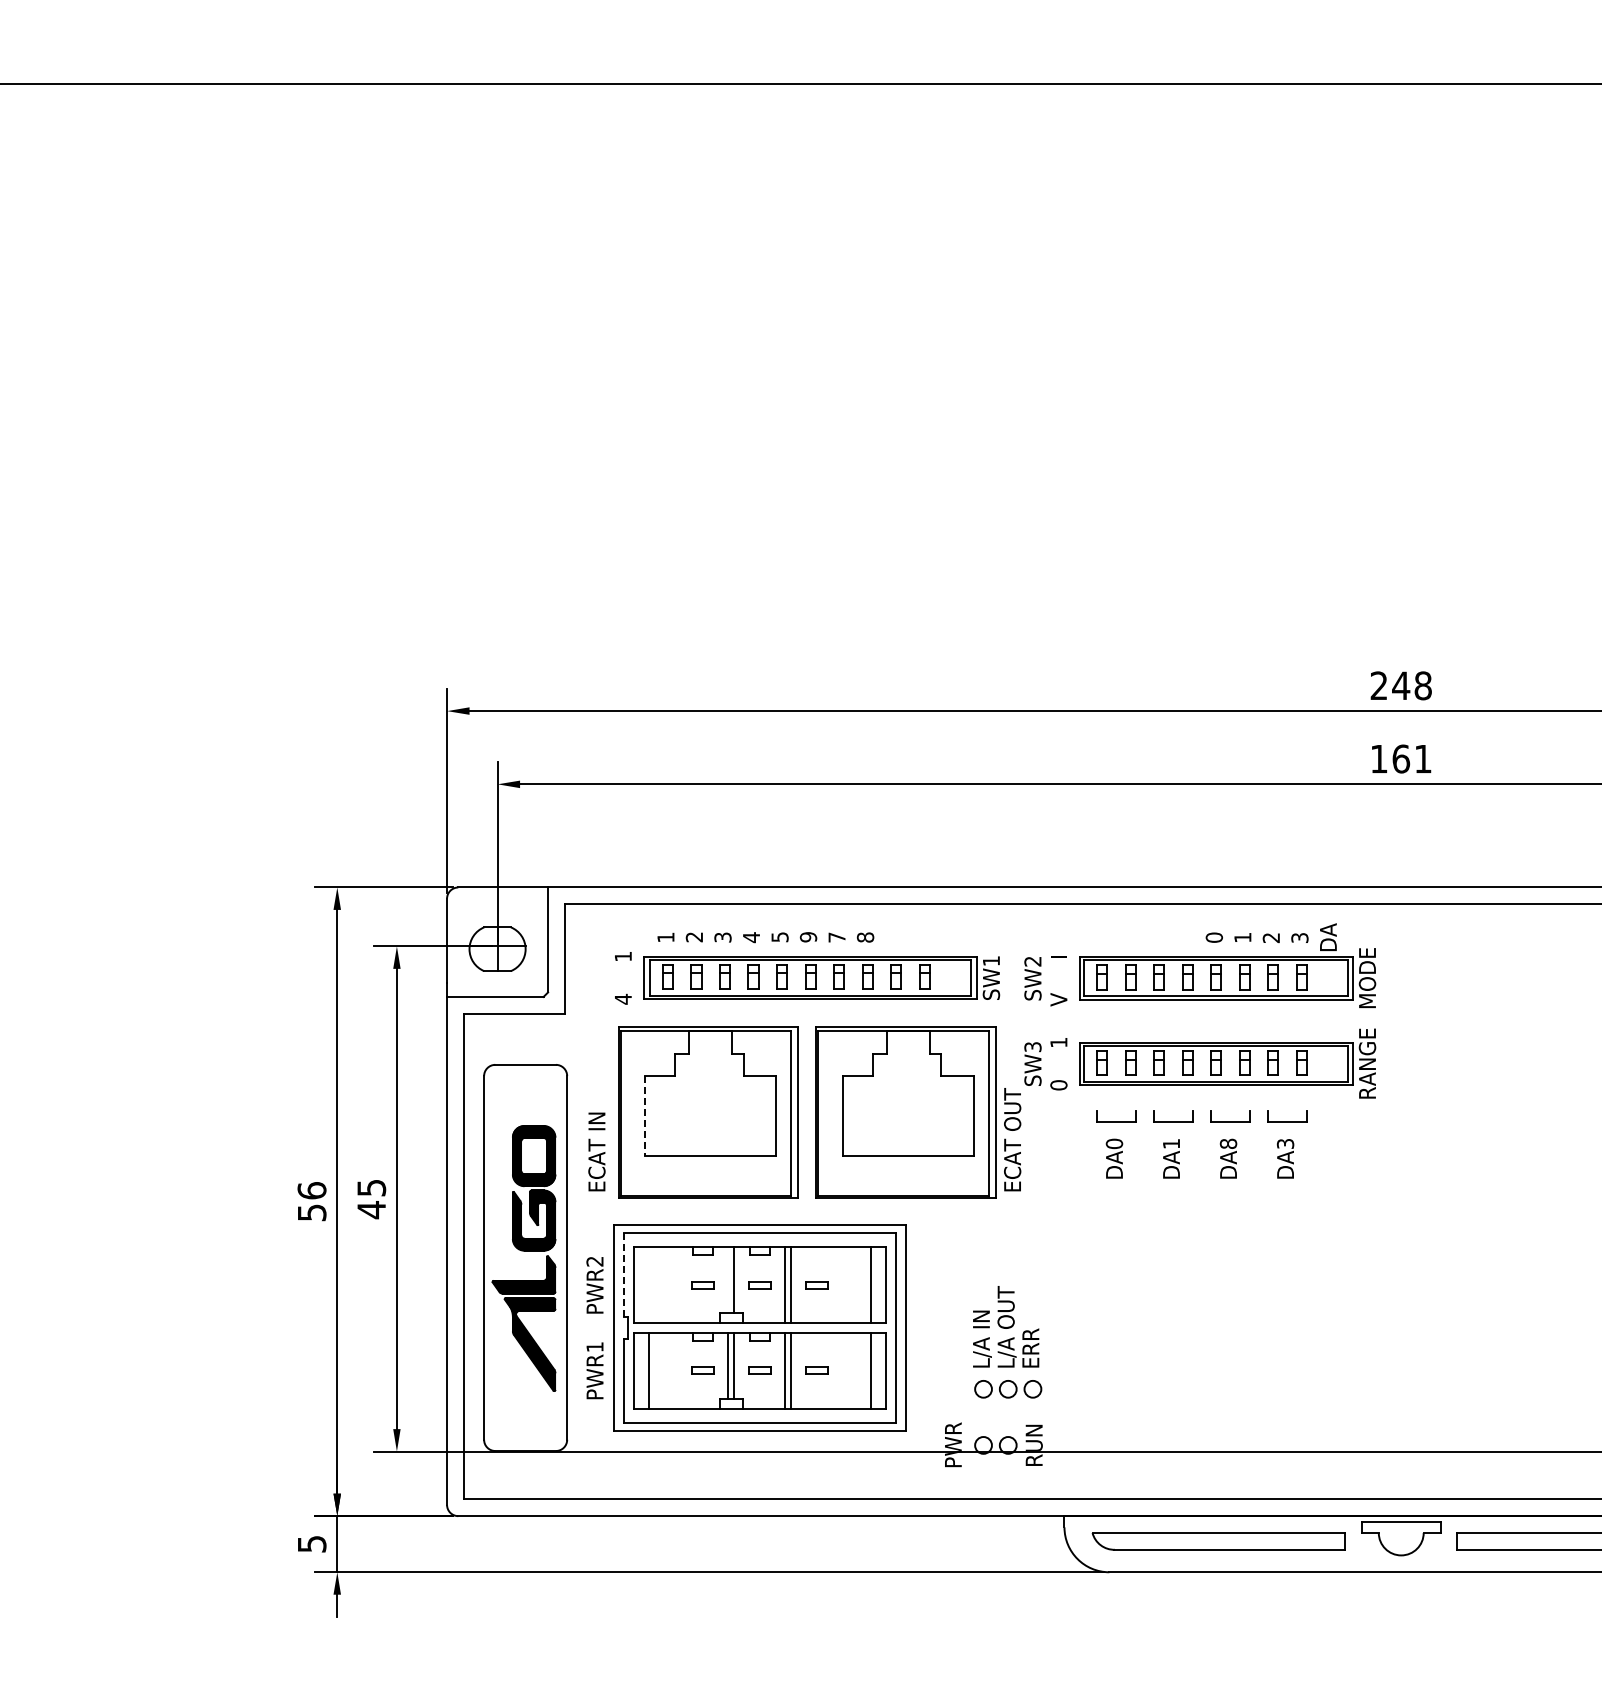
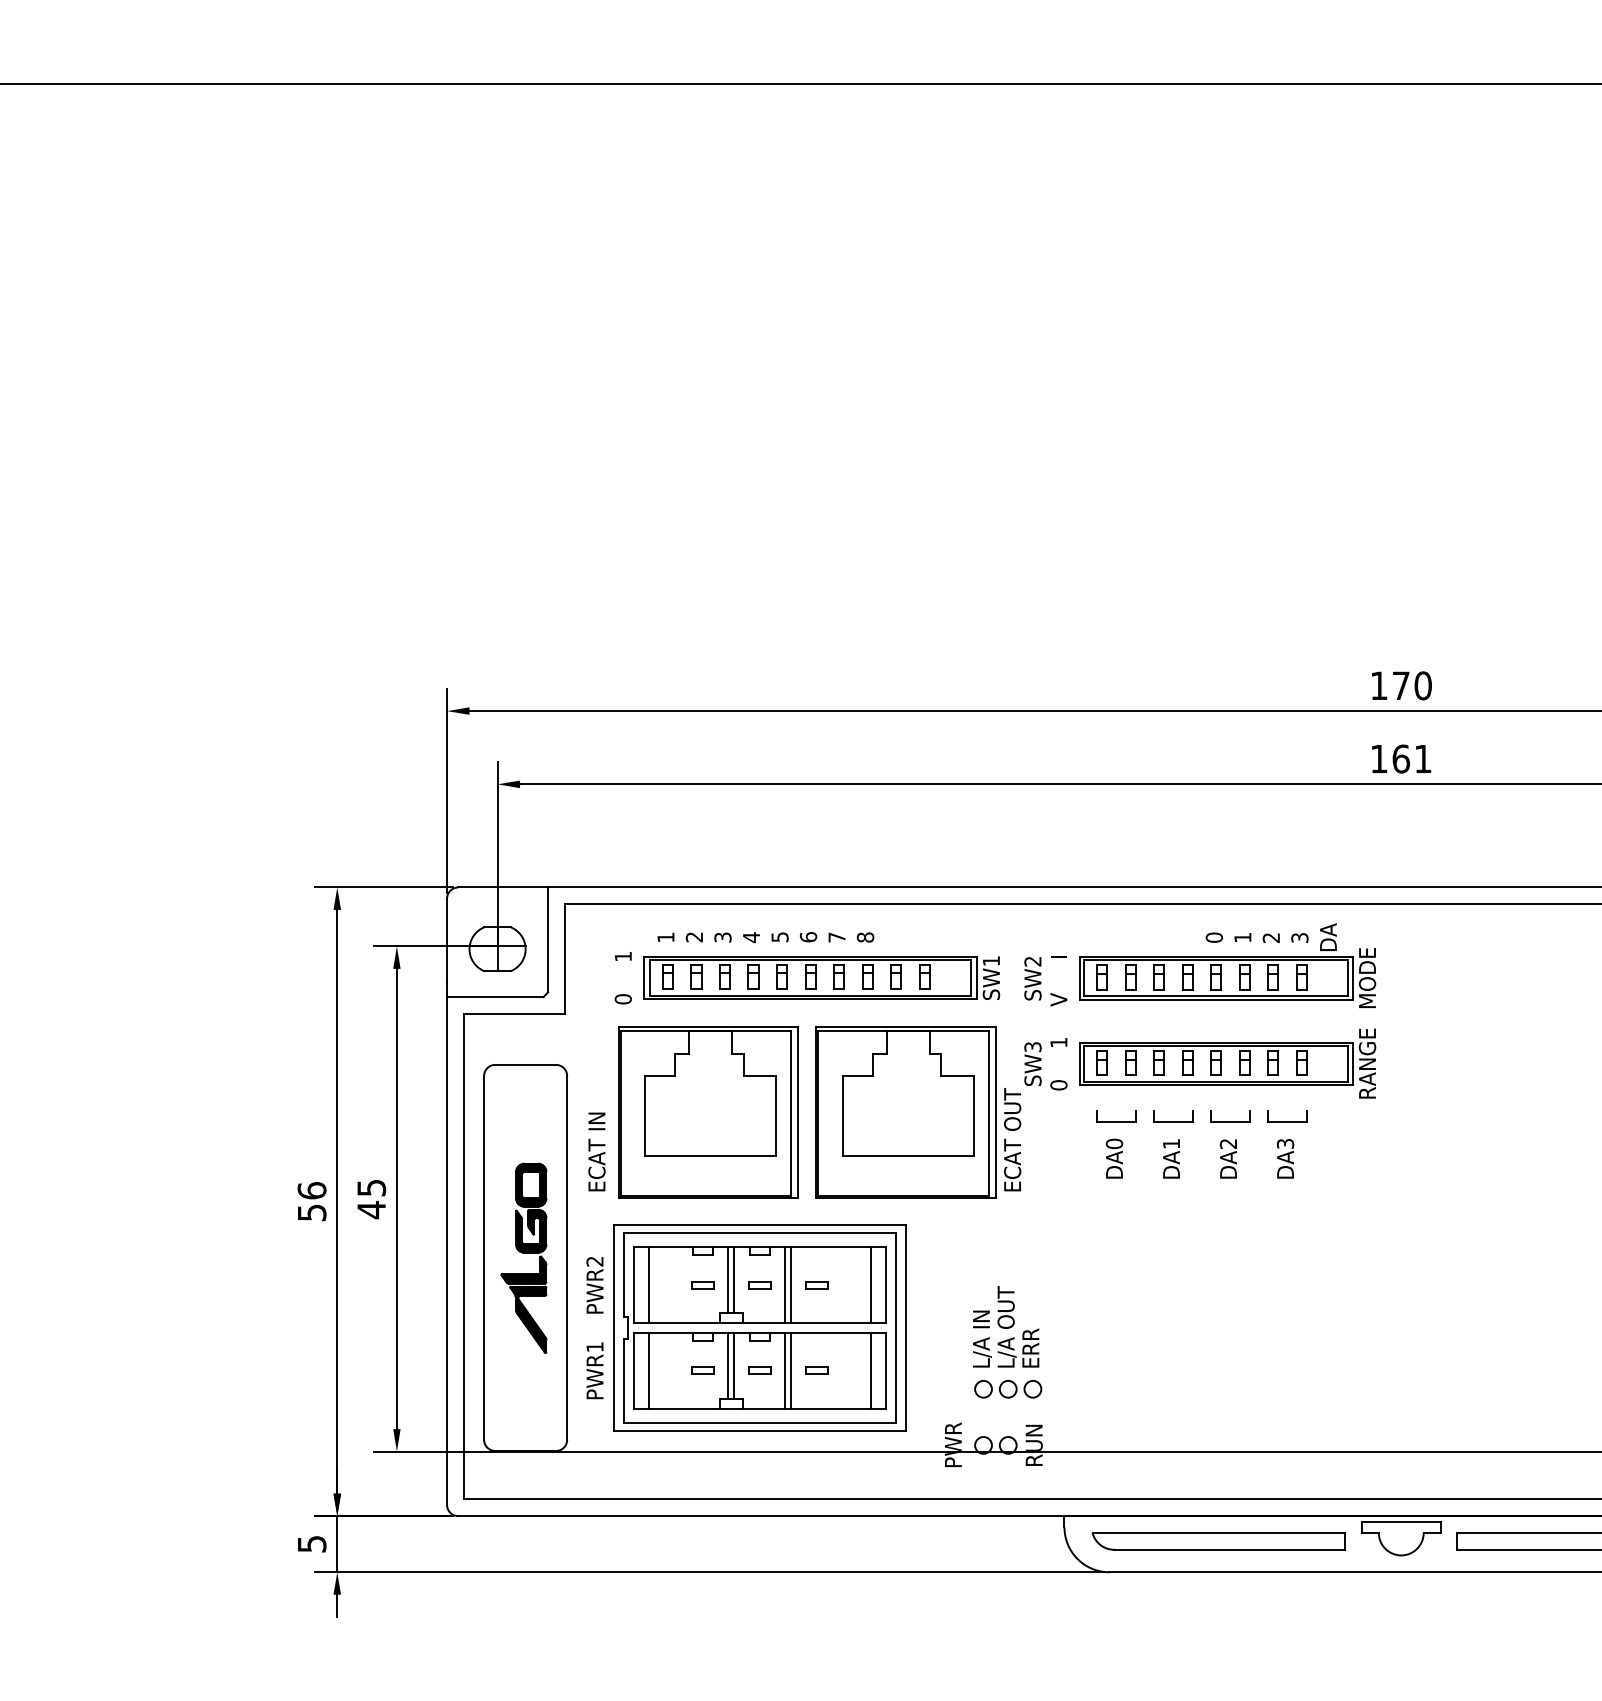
text at (1400, 685): 248 -> 170
text at (808, 937): 9 -> 6
text at (622, 998): 4 -> 0
line at (644, 1116): dashed -> solid
text at (1228, 1143): DA8 -> DA2
part at (523, 1258) size: 66x267 px -> 48x192 px
line at (624, 1275): dashed -> solid
line at (728, 1280): none -> present
line at (648, 1285): none -> present
